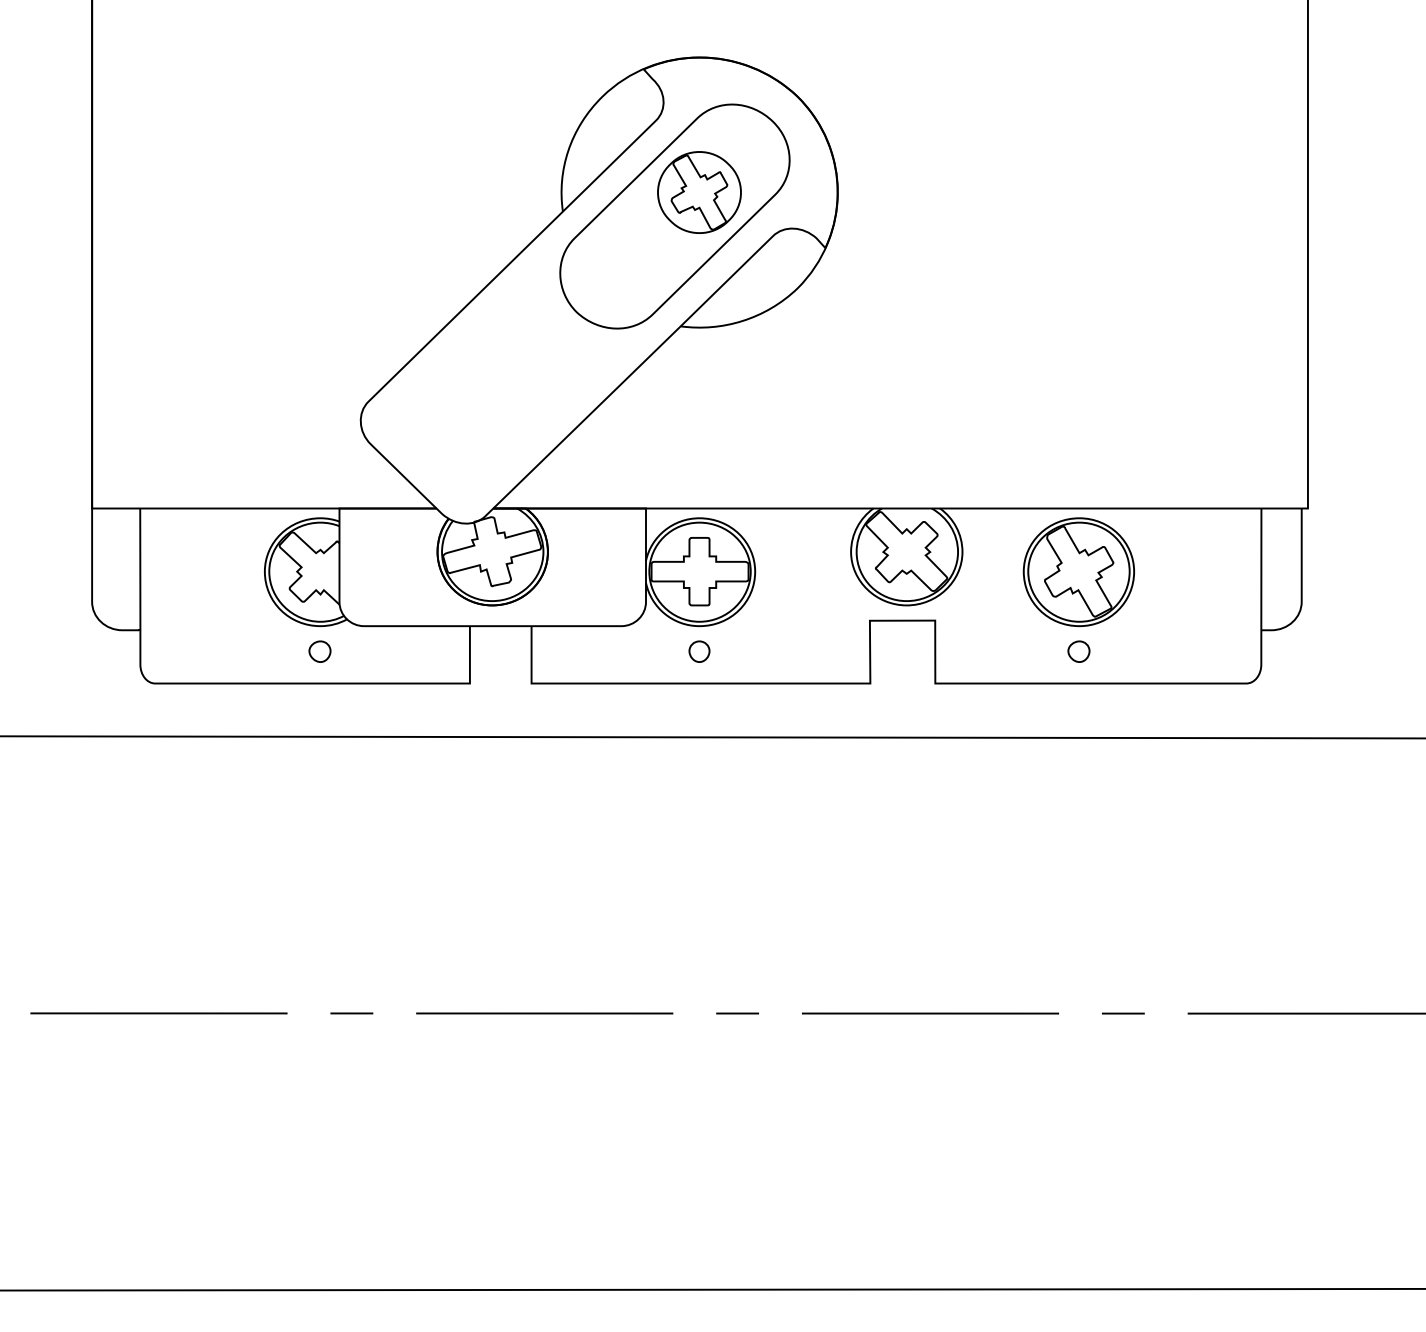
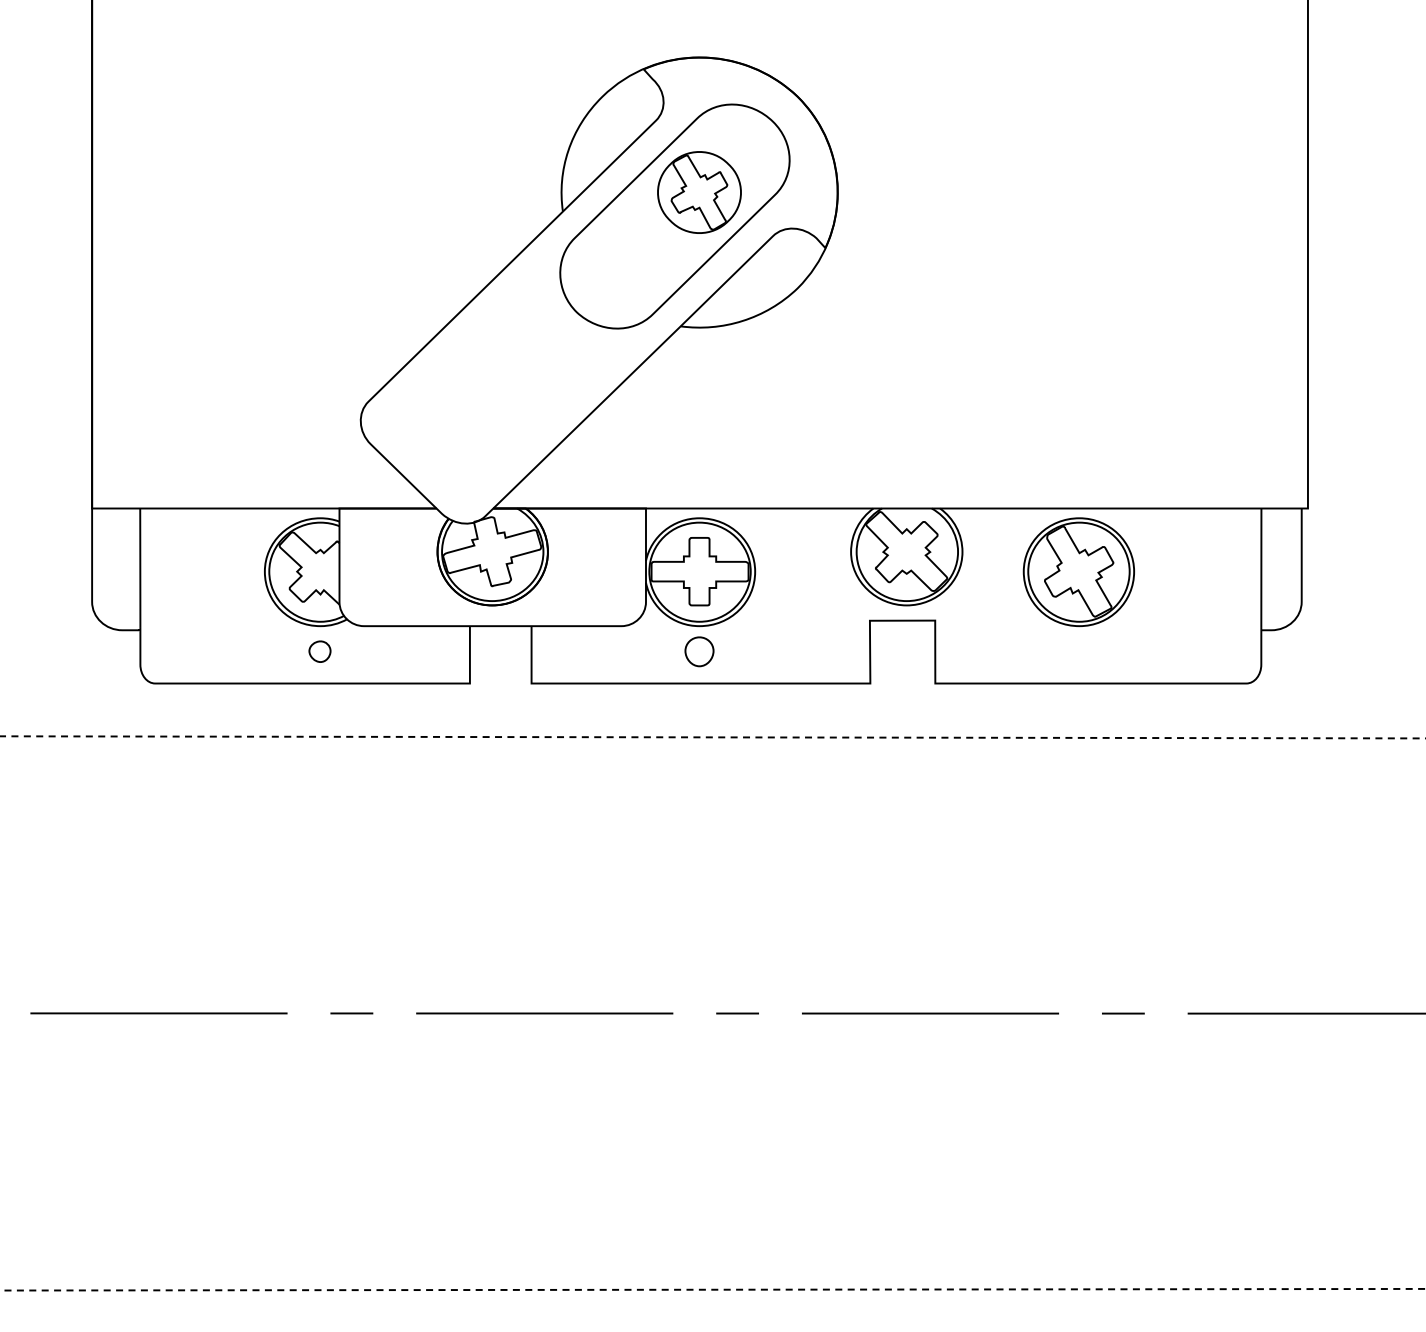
part at (699, 651) size: 23x23 px -> 31x32 px
part at (1078, 651): present -> none
line at (0, 1290): solid -> dashed
